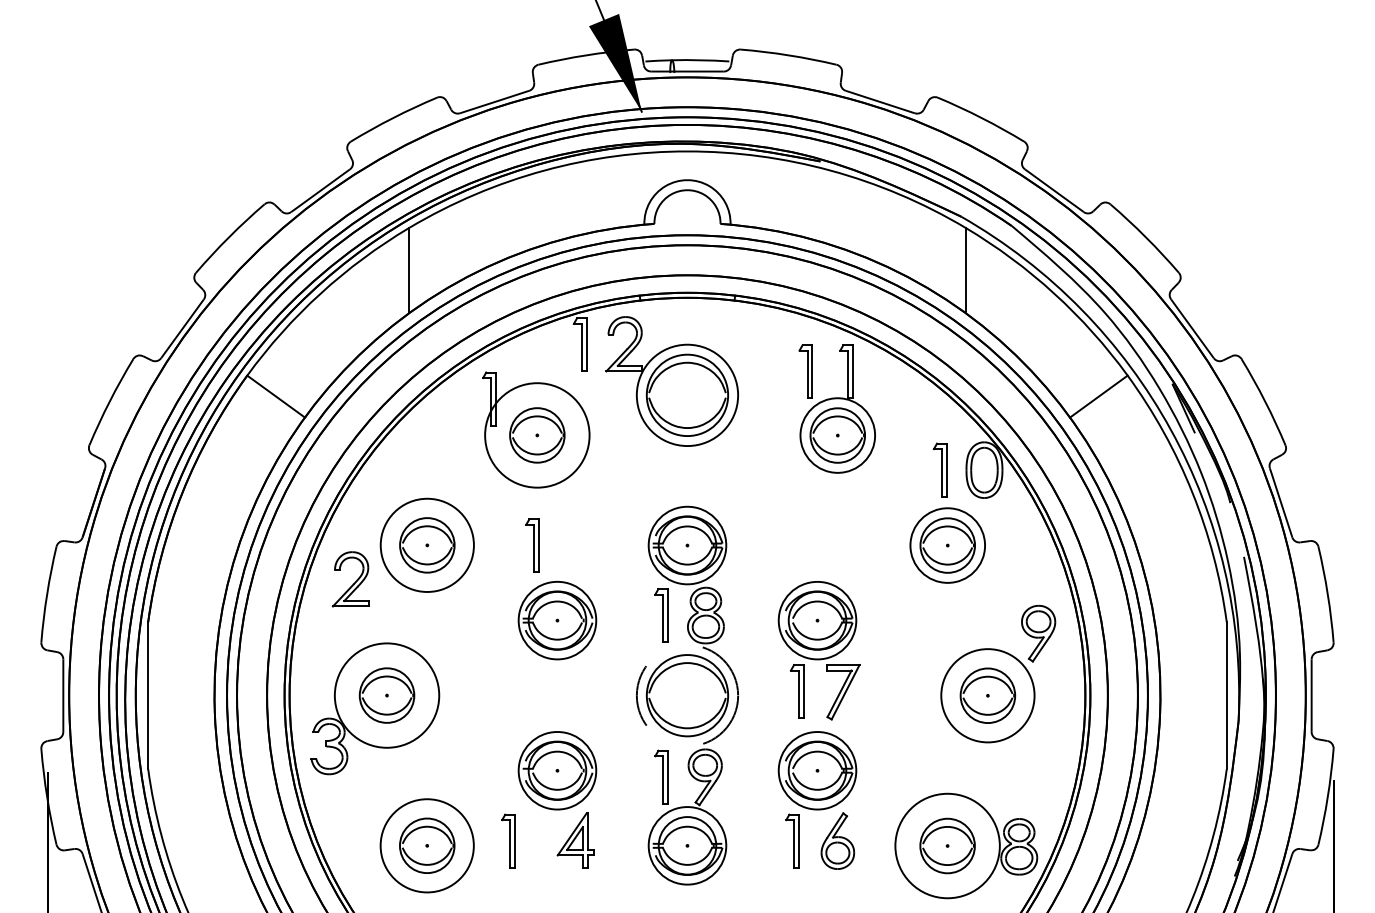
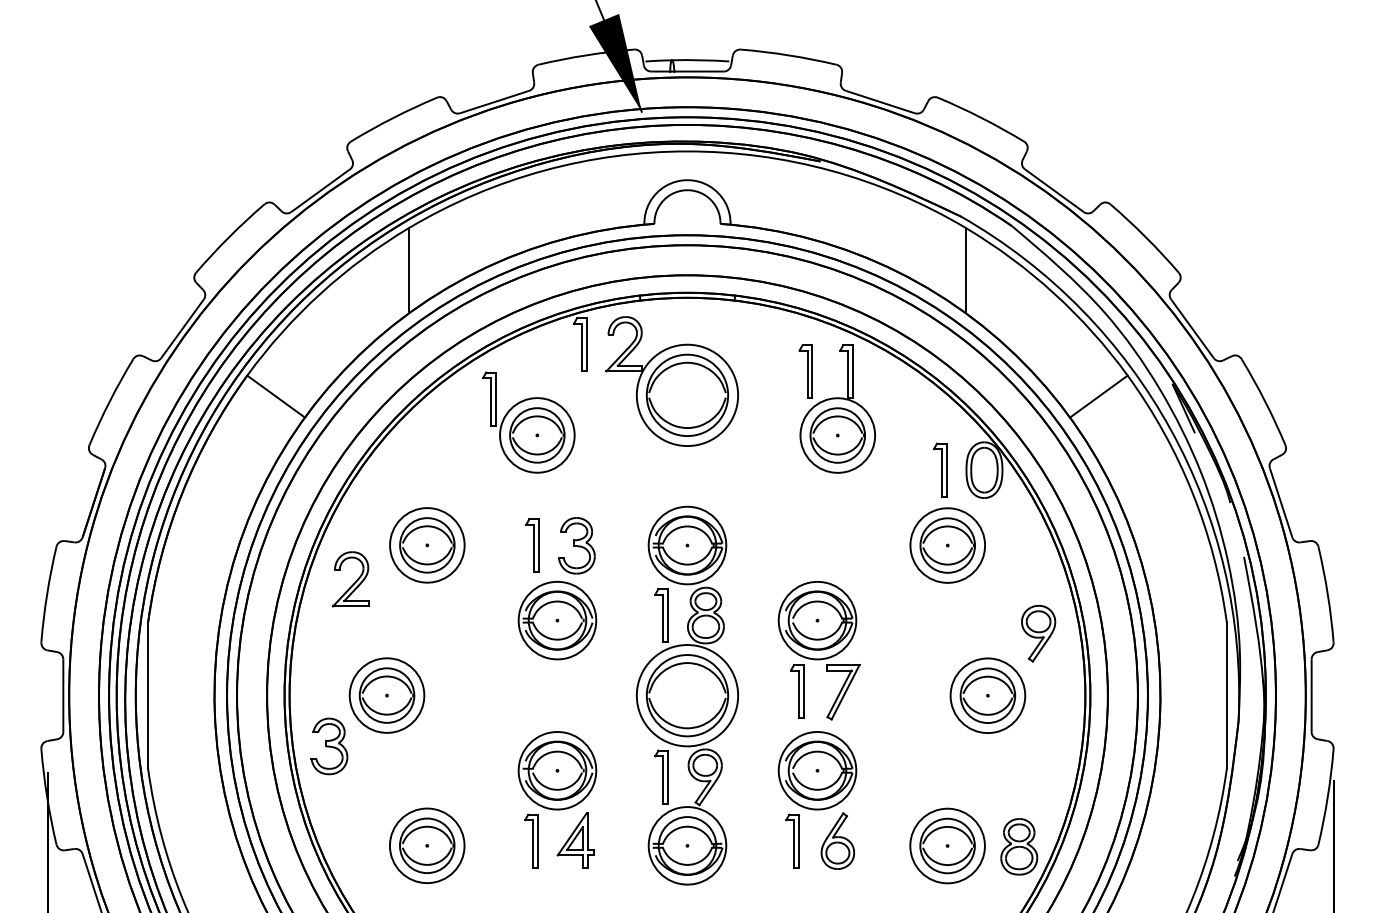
circle at (537, 435) diameter: 104 px -> 75 px
circle at (426, 544) diameter: 93 px -> 75 px
part at (576, 545): none -> present
circle at (386, 695) diameter: 104 px -> 75 px
circle at (687, 695): dashed -> solid
circle at (987, 695) diameter: 93 px -> 75 px
part at (508, 840) position: (508, 840) -> (531, 840)
circle at (426, 845) diameter: 93 px -> 75 px
circle at (947, 845) diameter: 104 px -> 75 px
